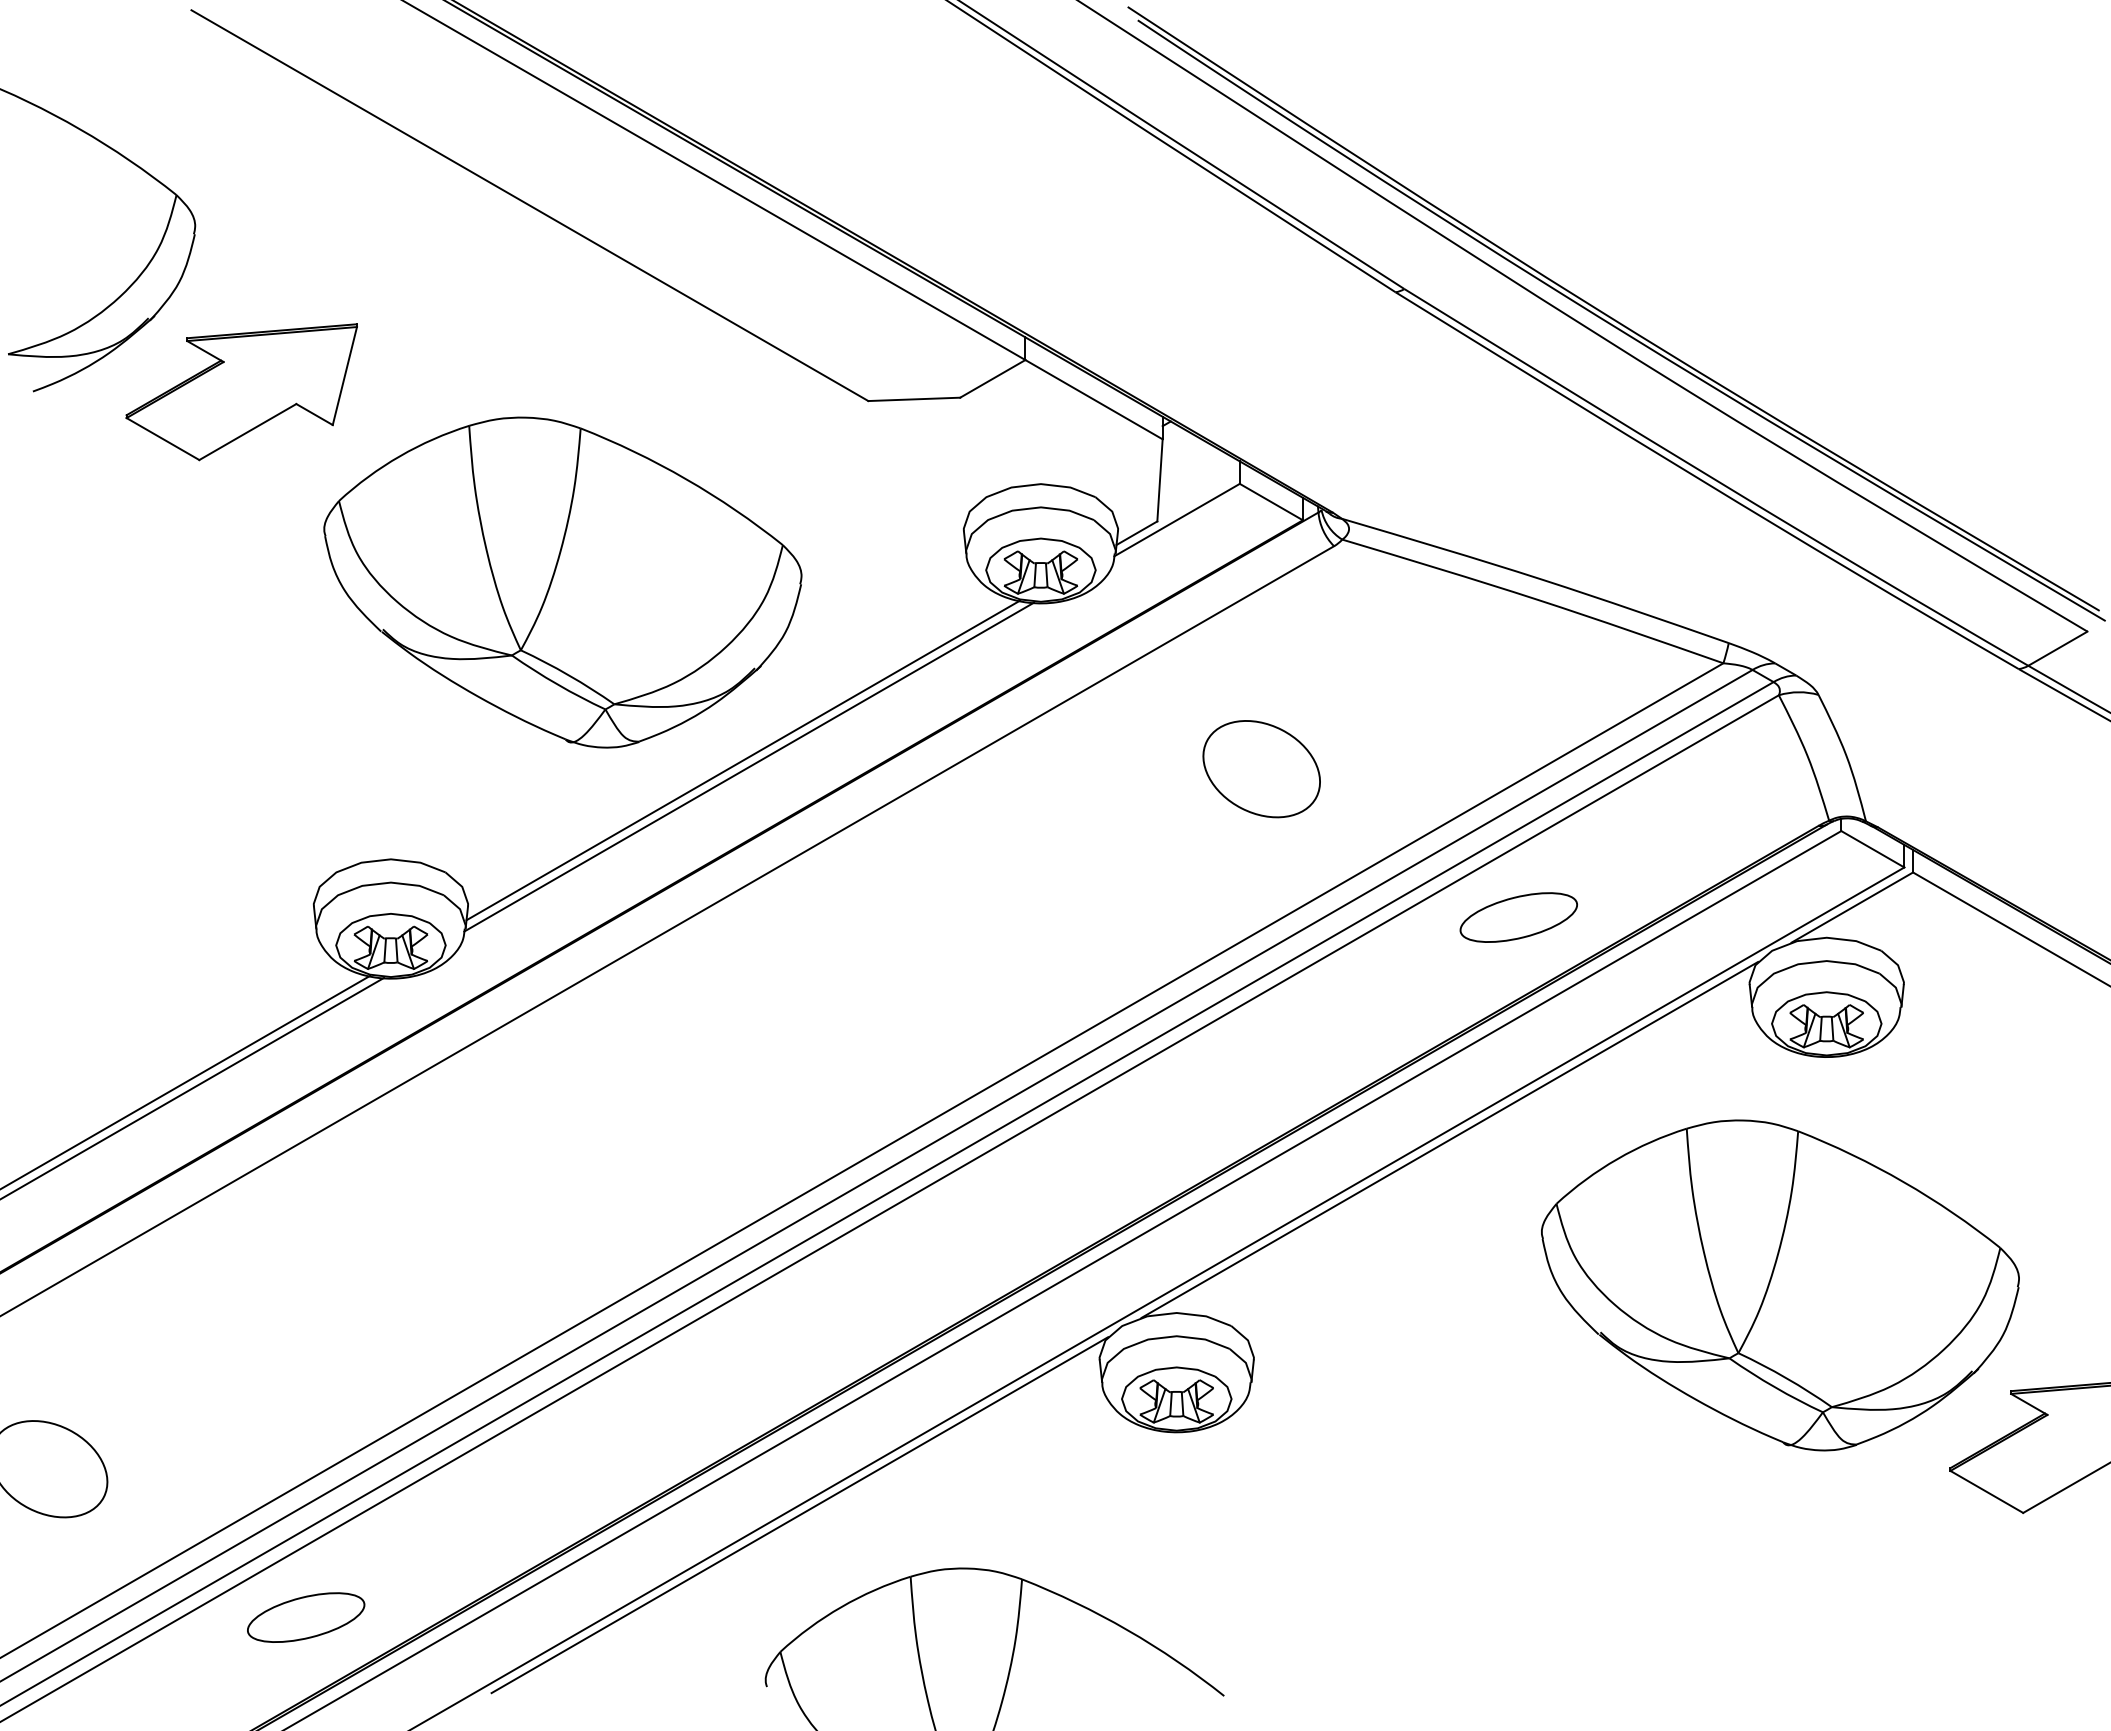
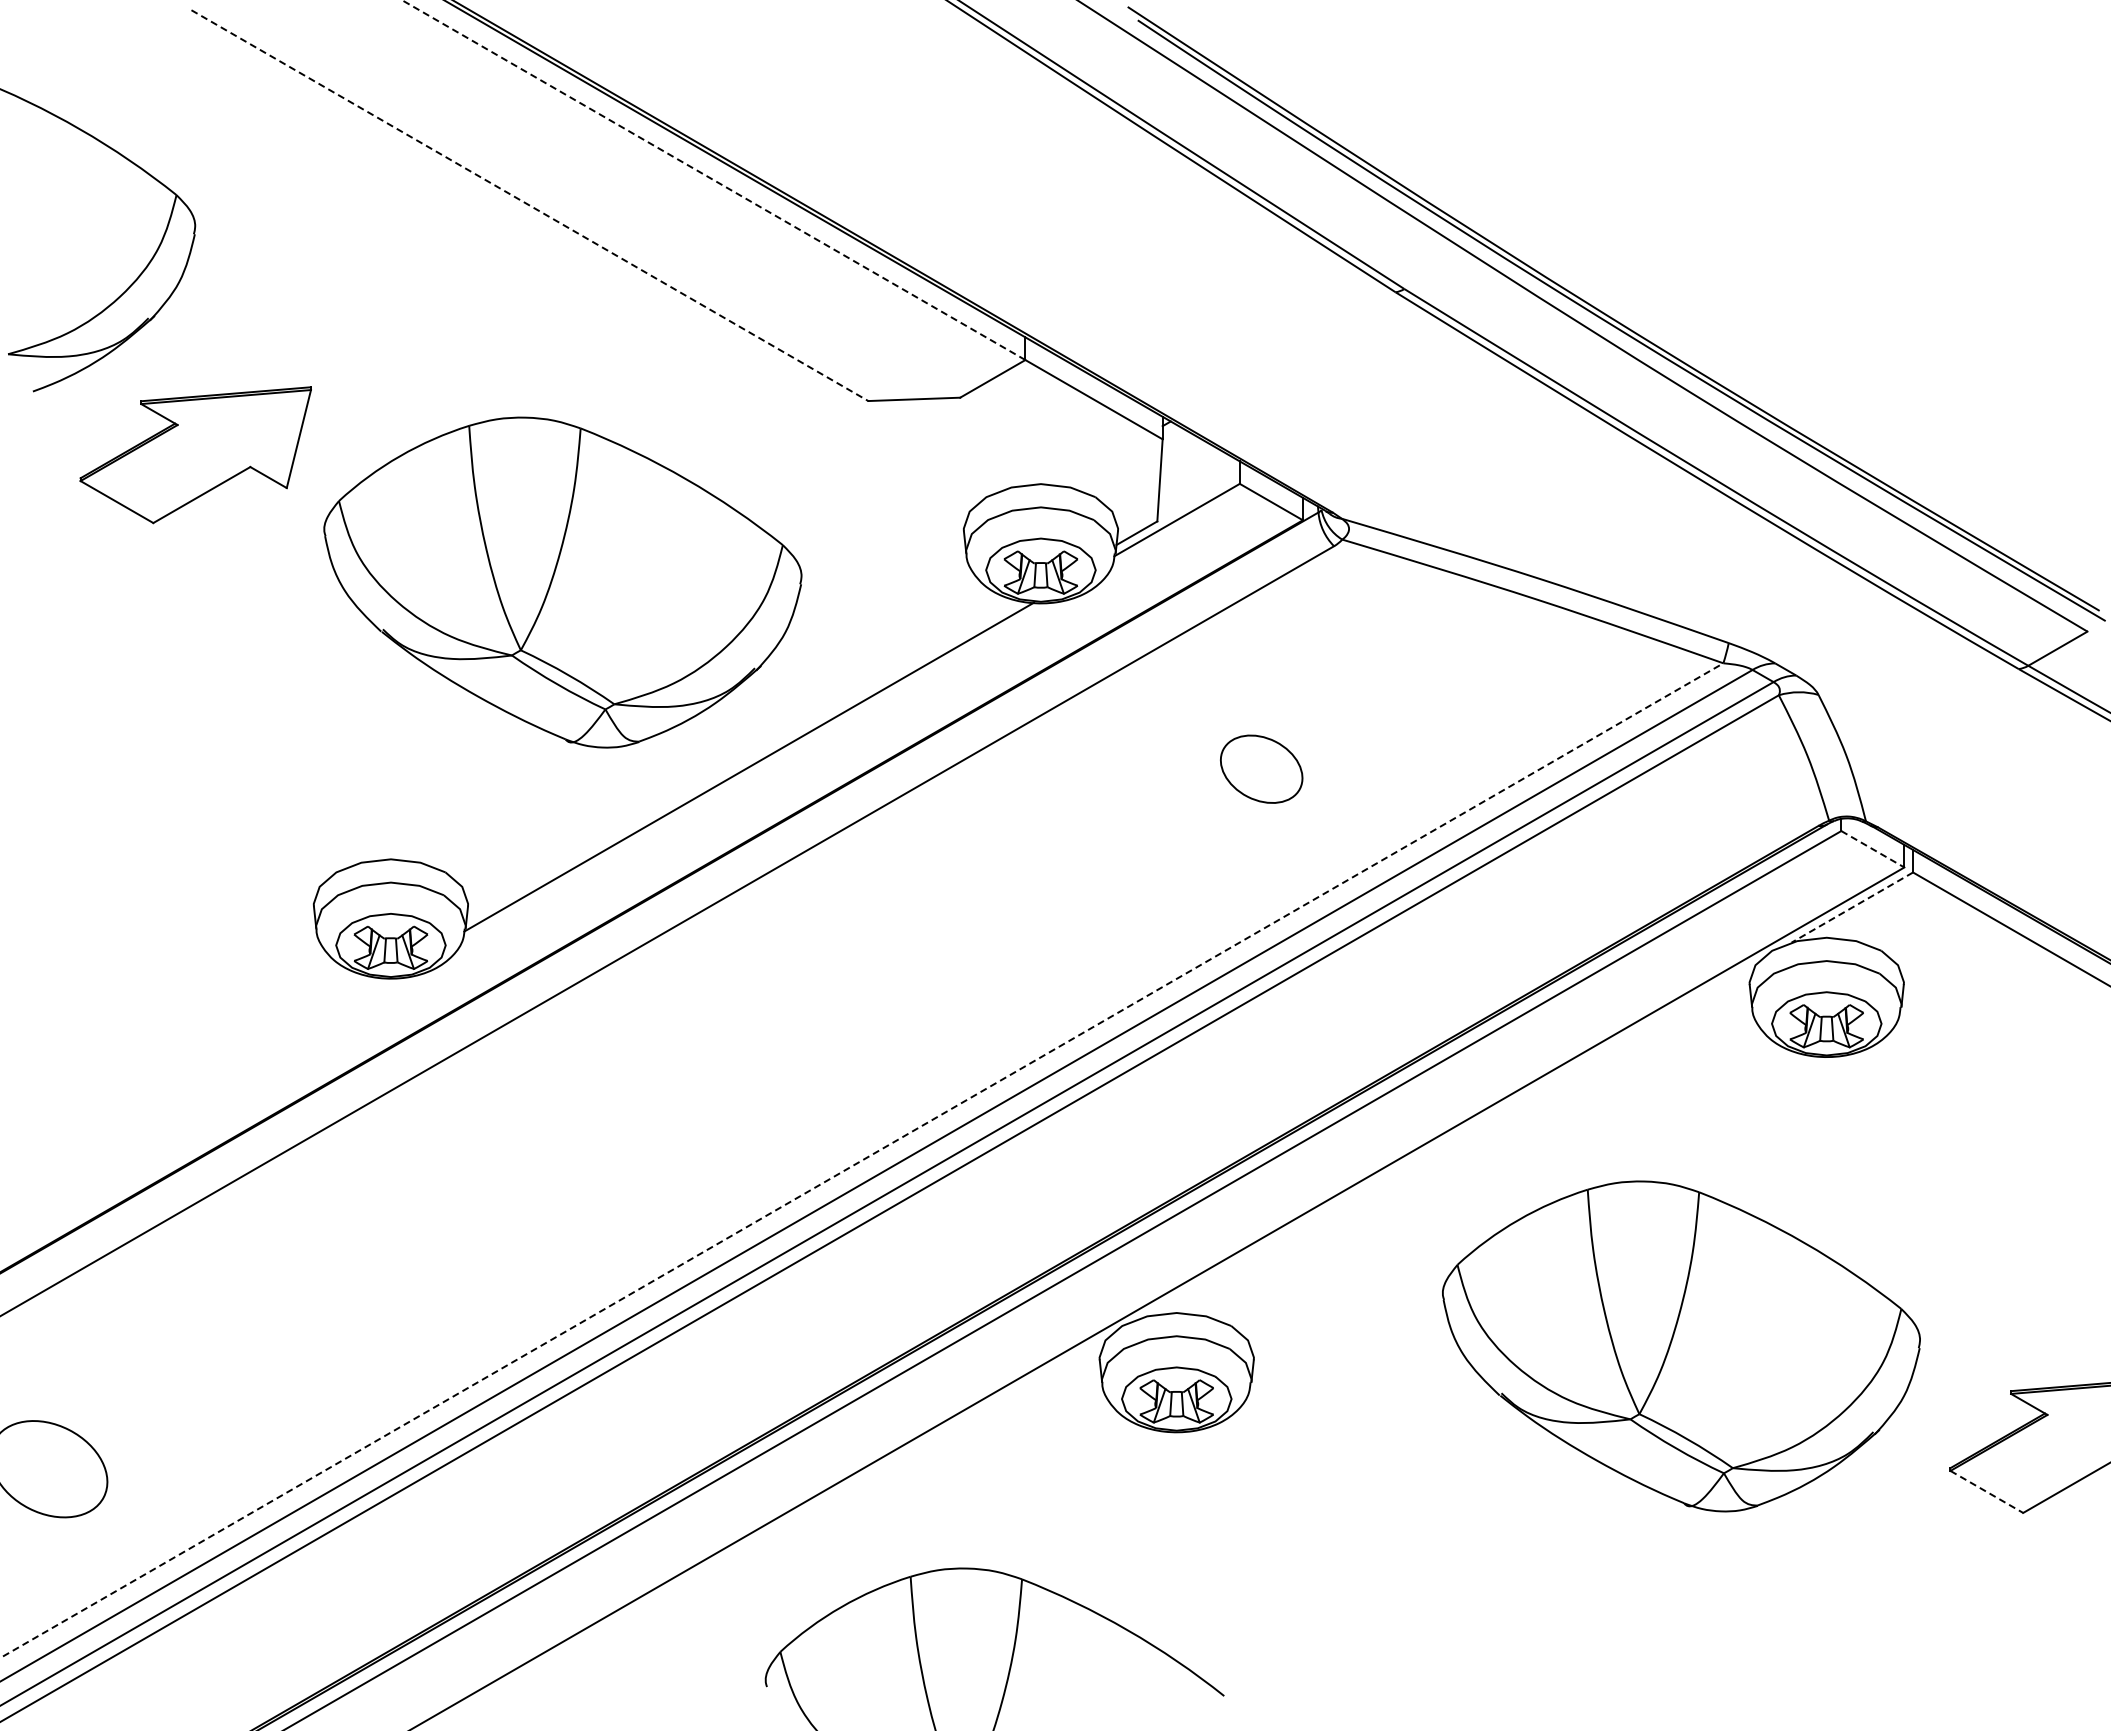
line at (713, 180): solid -> dashed
line at (529, 205): solid -> dashed
part at (241, 392) position: (241, 392) -> (195, 455)
line at (743, 760): present -> none
part at (1261, 769) size: 119x99 px -> 84x70 px
line at (1873, 849): solid -> dashed
line at (1851, 907): solid -> dashed
part at (1518, 917): present -> none
line at (186, 1081): present -> none
line at (193, 1087): present -> none
line at (1449, 1139): present -> none
line at (862, 1160): solid -> dashed
part at (1780, 1285) position: (1780, 1285) -> (1681, 1346)
line at (1987, 1492): solid -> dashed
line at (799, 1515): present -> none
part at (306, 1617): present -> none
